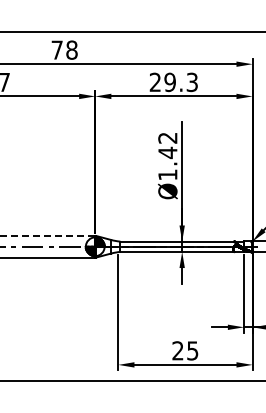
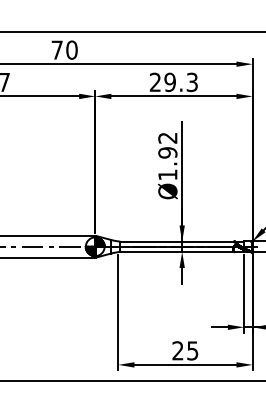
text at (71, 49): 78 -> 70
text at (167, 152): Ø1.42 -> Ø1.92
line at (47, 236): dashed -> solid
